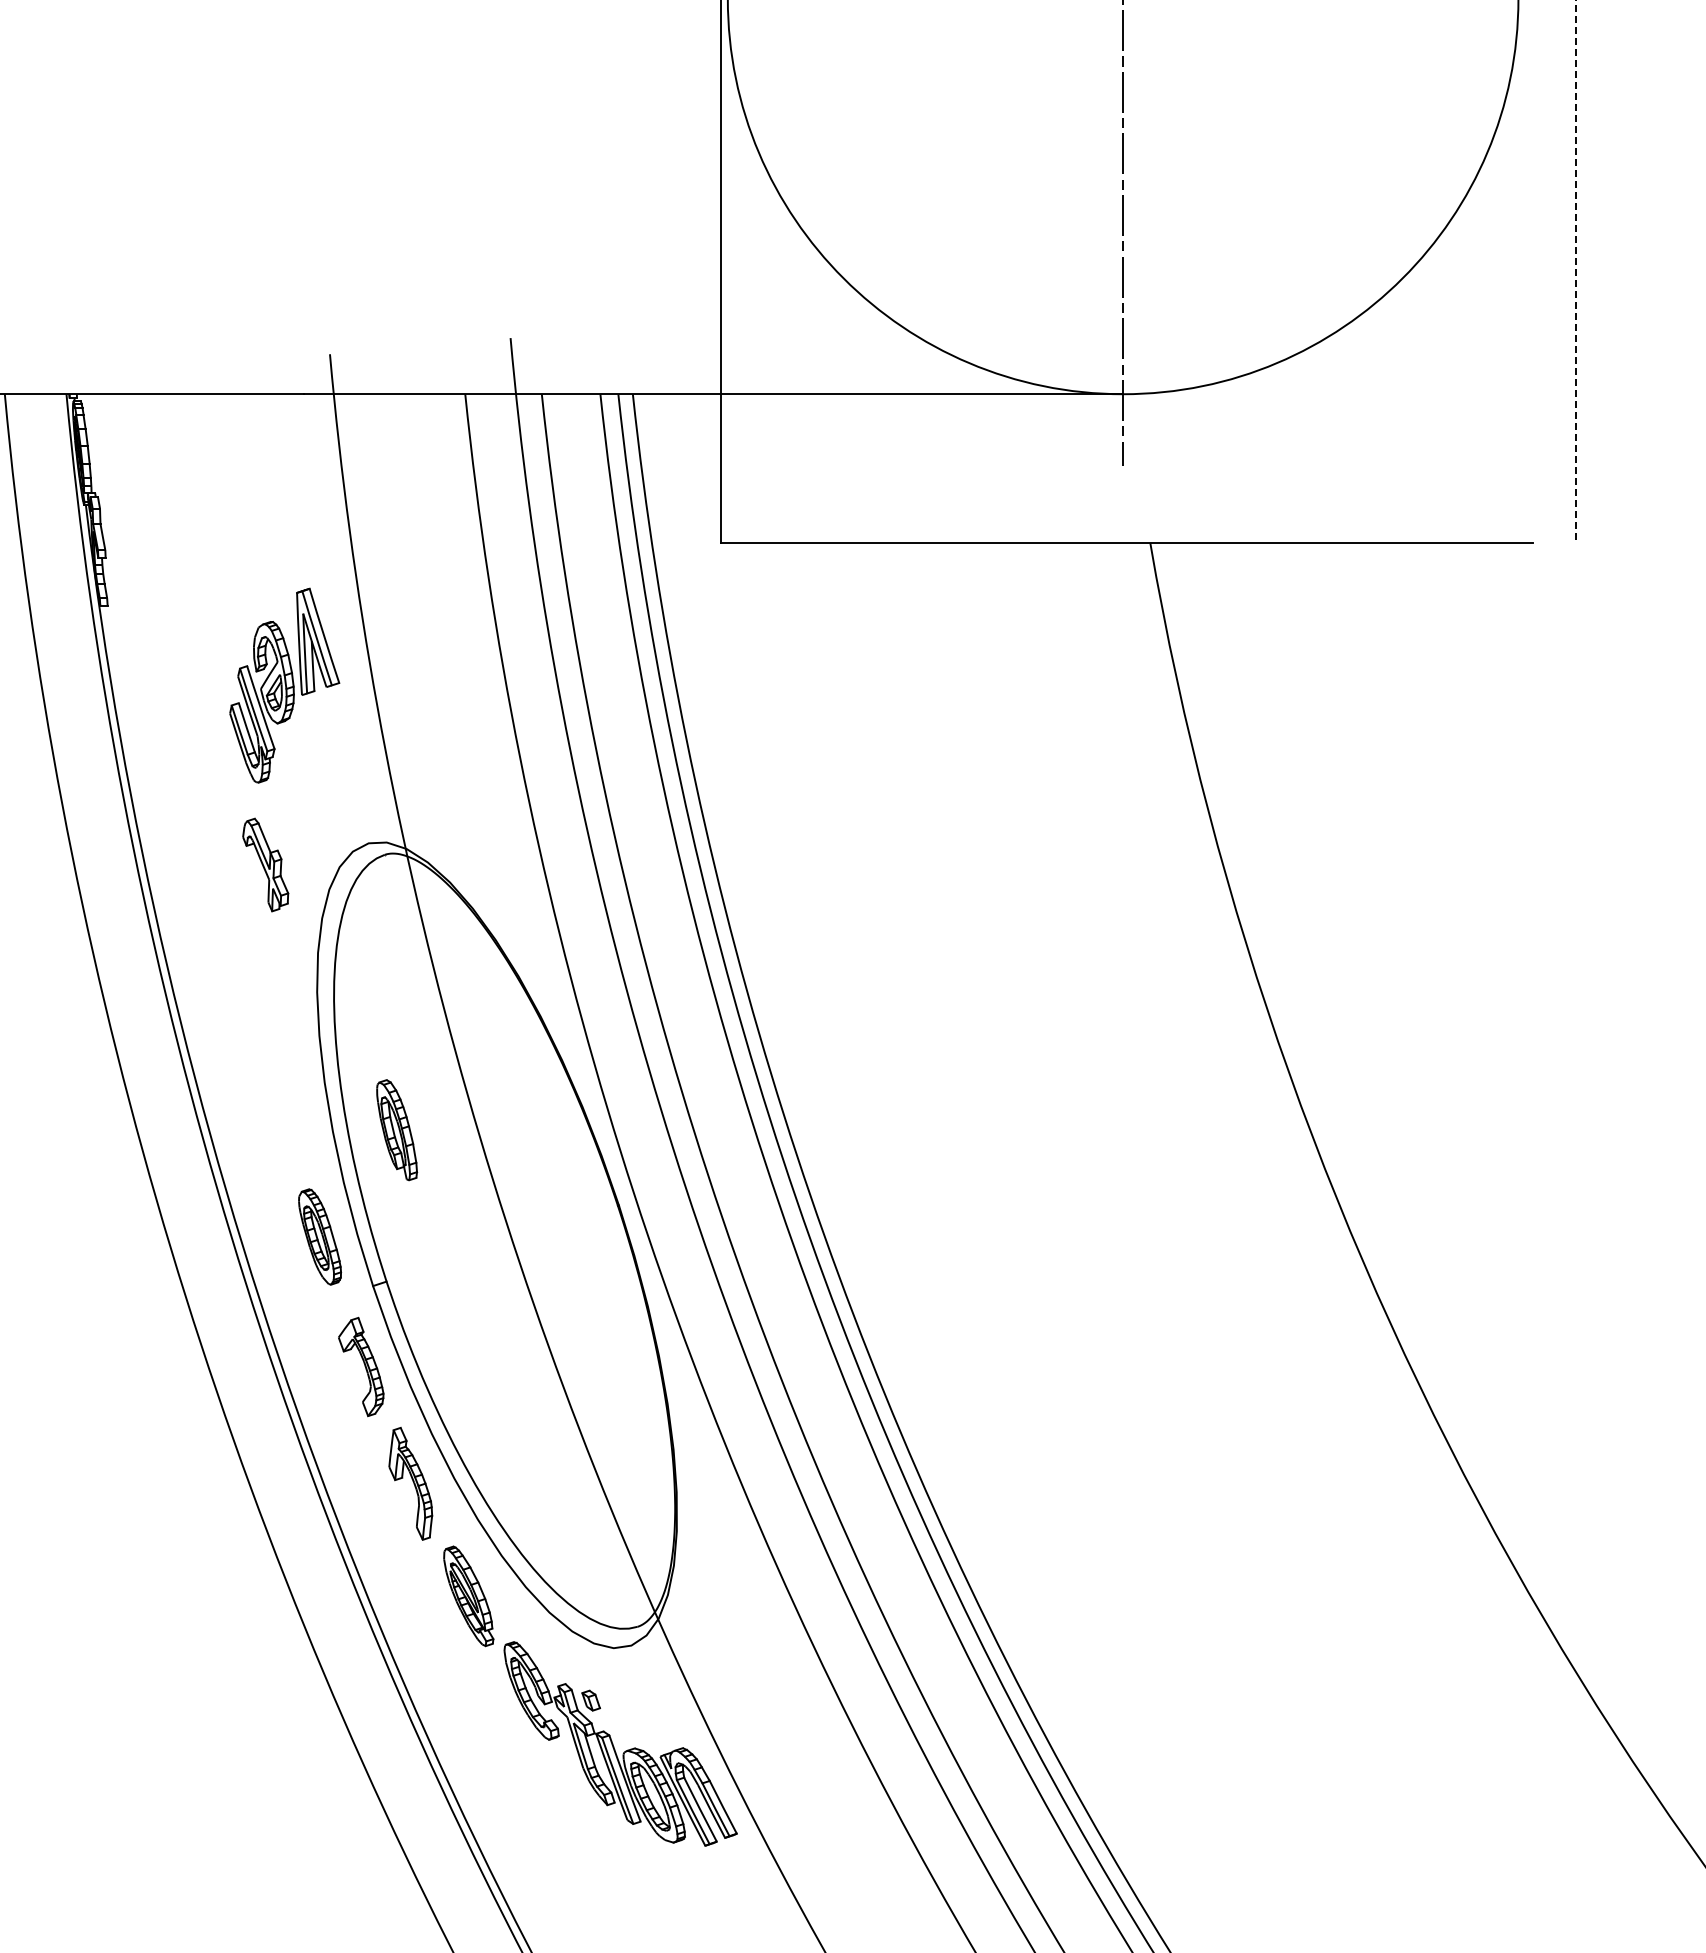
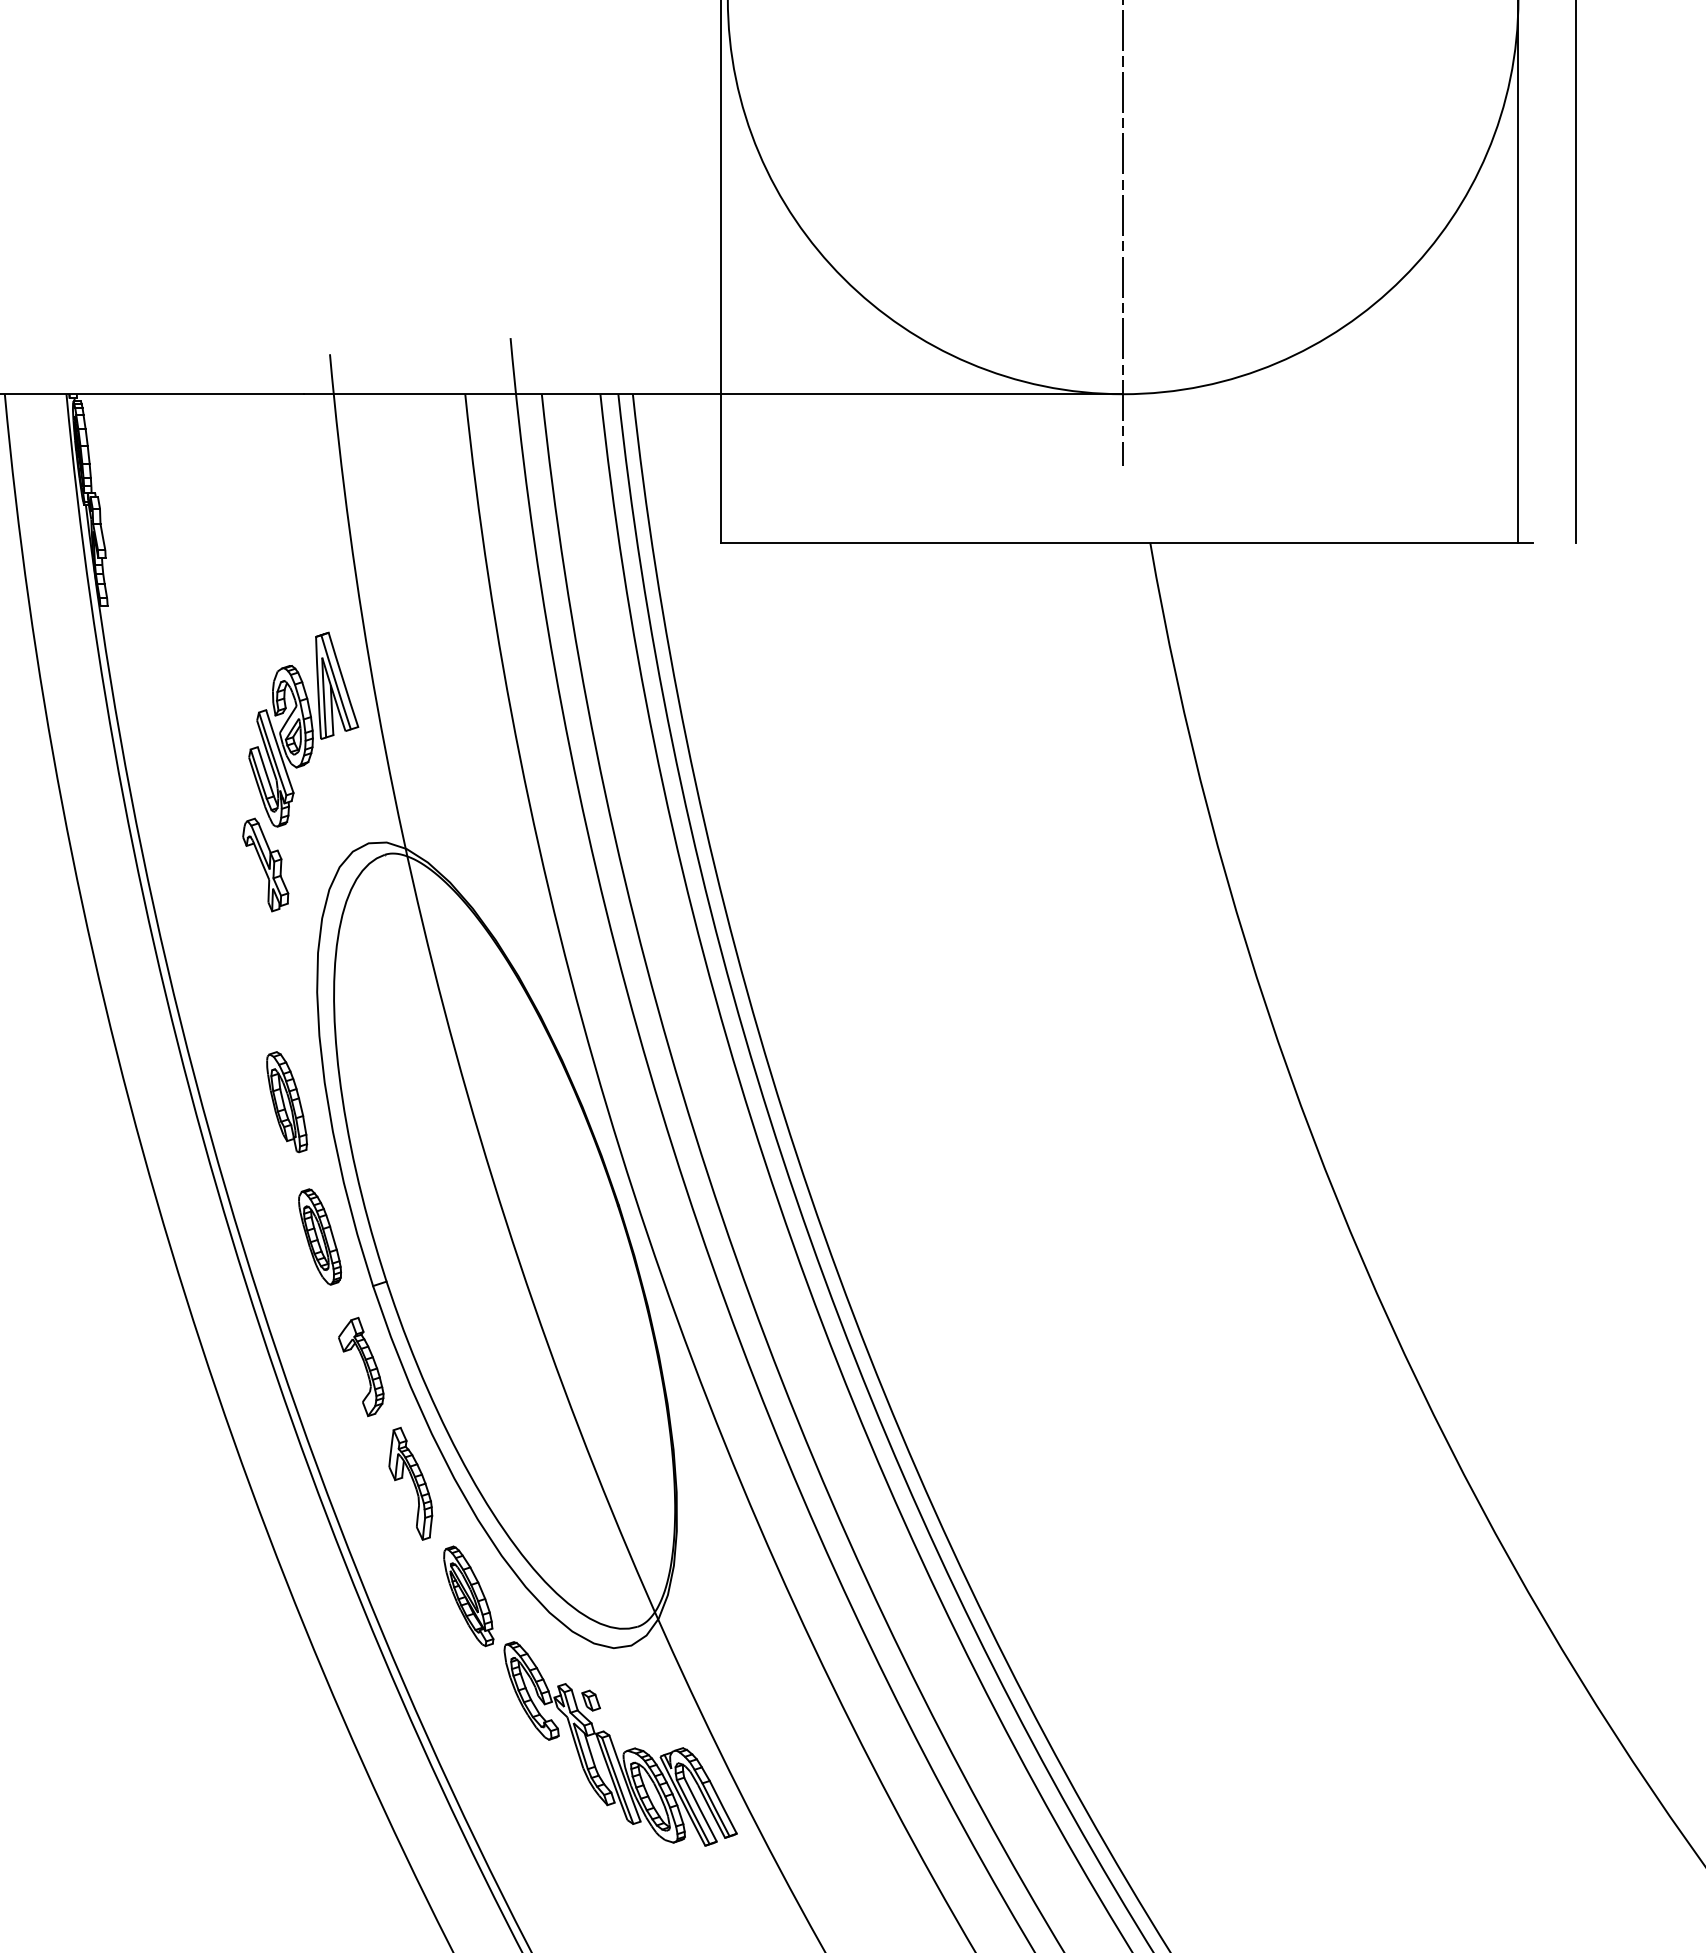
line at (1576, 271): dashed -> solid
line at (1518, 272): none -> present
part at (284, 685) position: (284, 685) -> (303, 729)
part at (397, 1130) position: (397, 1130) -> (287, 1102)
